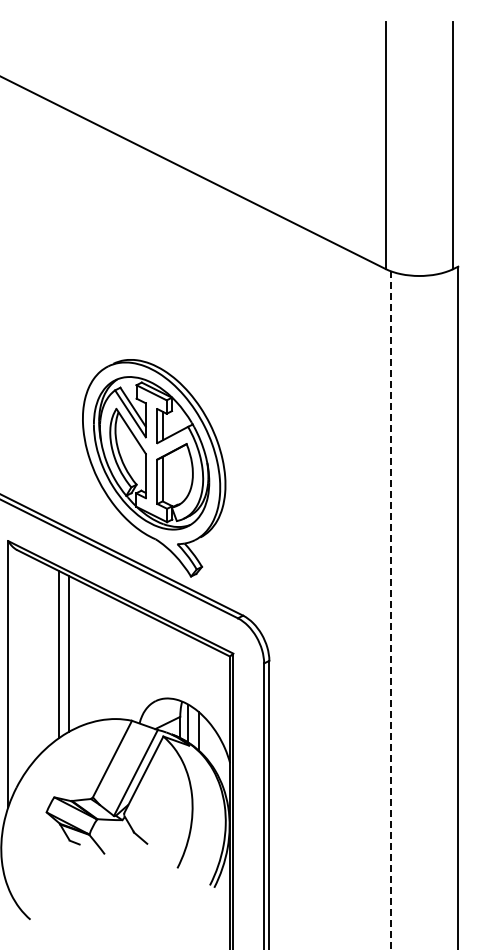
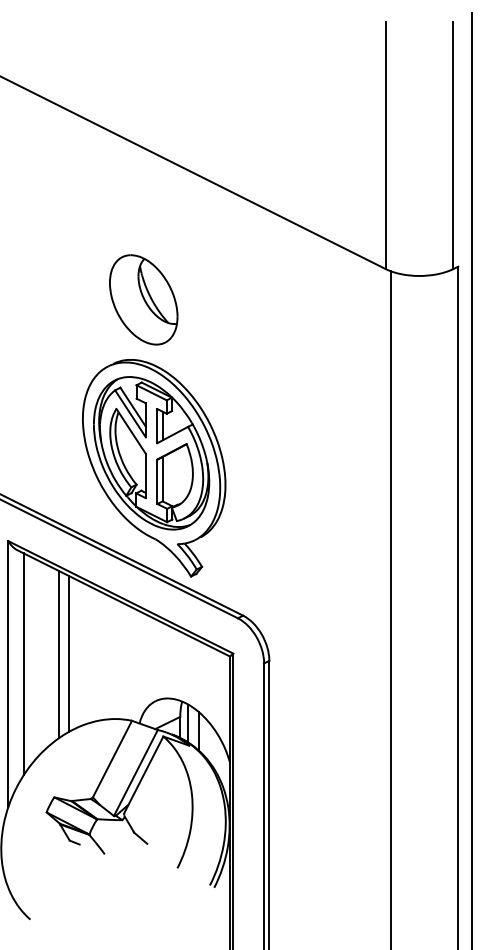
part at (143, 299): none -> present
line at (472, 479): none -> present
line at (390, 611): dashed -> solid
line at (23, 664): none -> present
